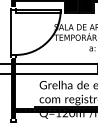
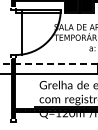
line at (10, 32) position: (10, 32) -> (21, 32)
line at (48, 63): solid -> dashed
